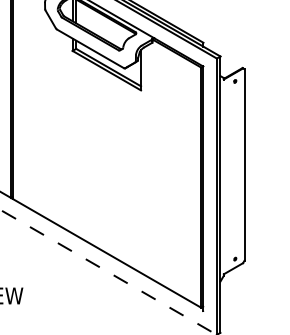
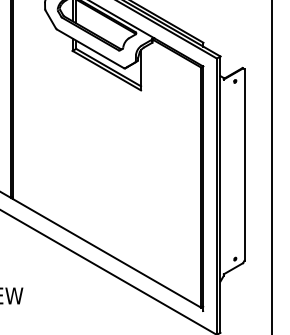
line at (272, 166): none -> present
line at (108, 272): dashed -> solid
